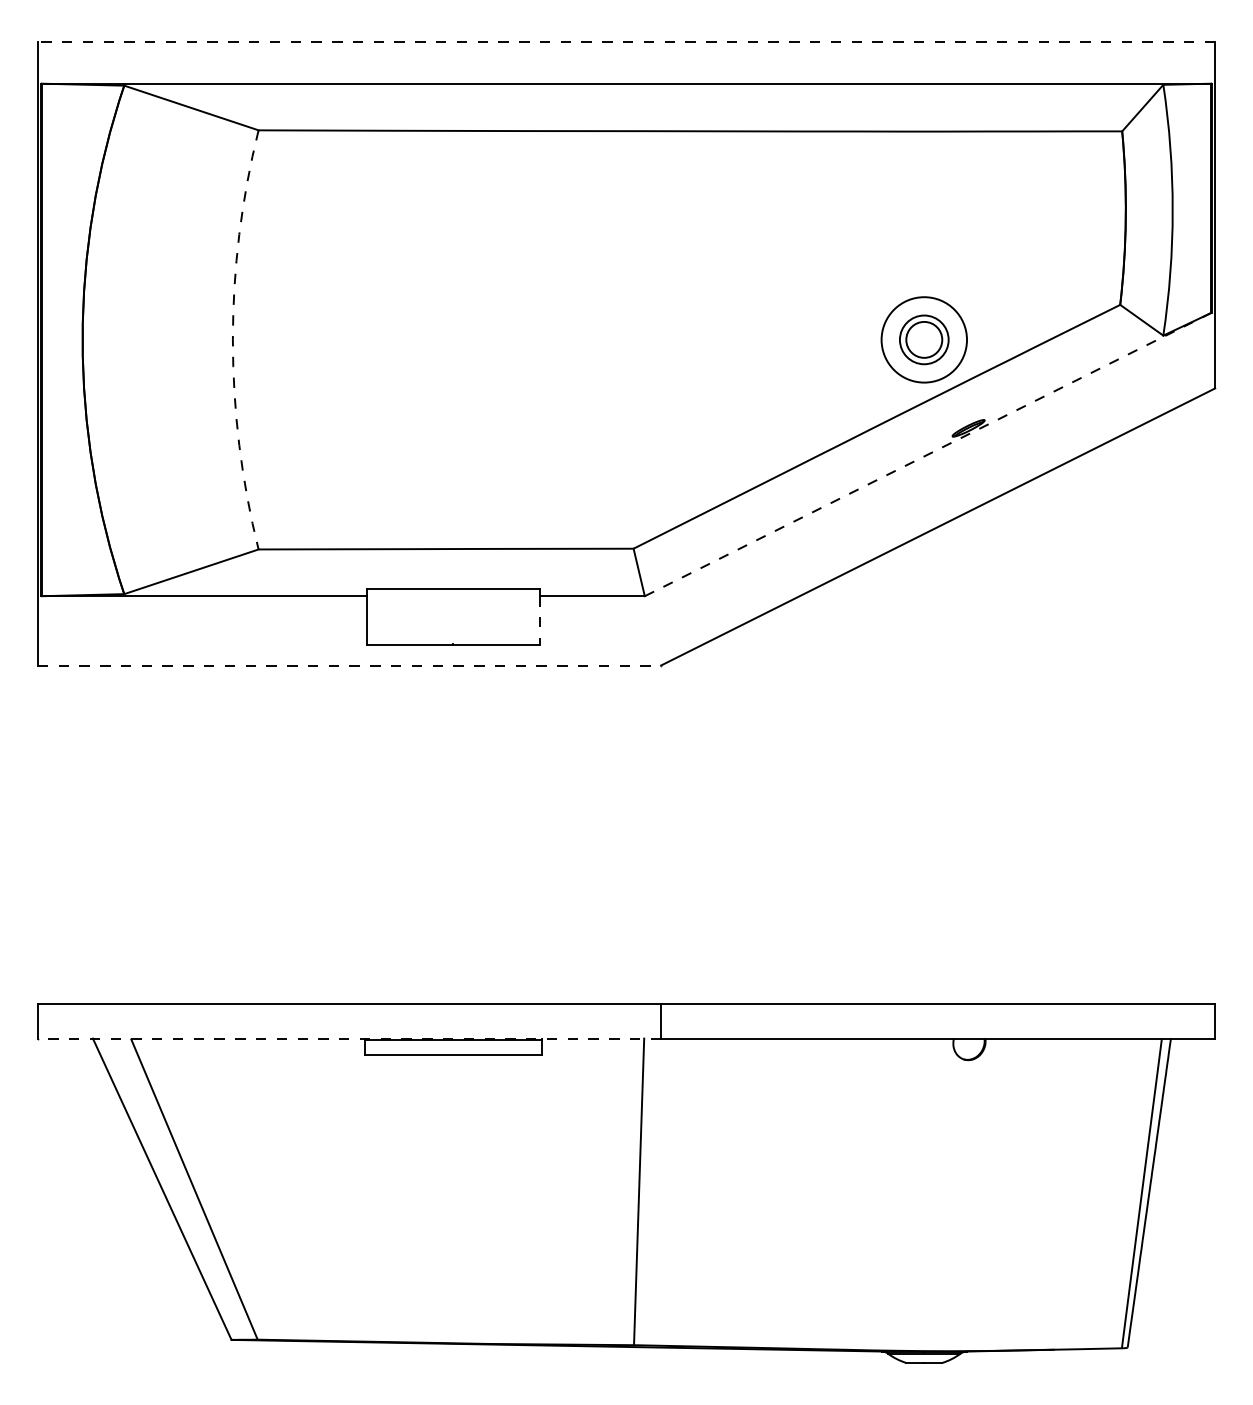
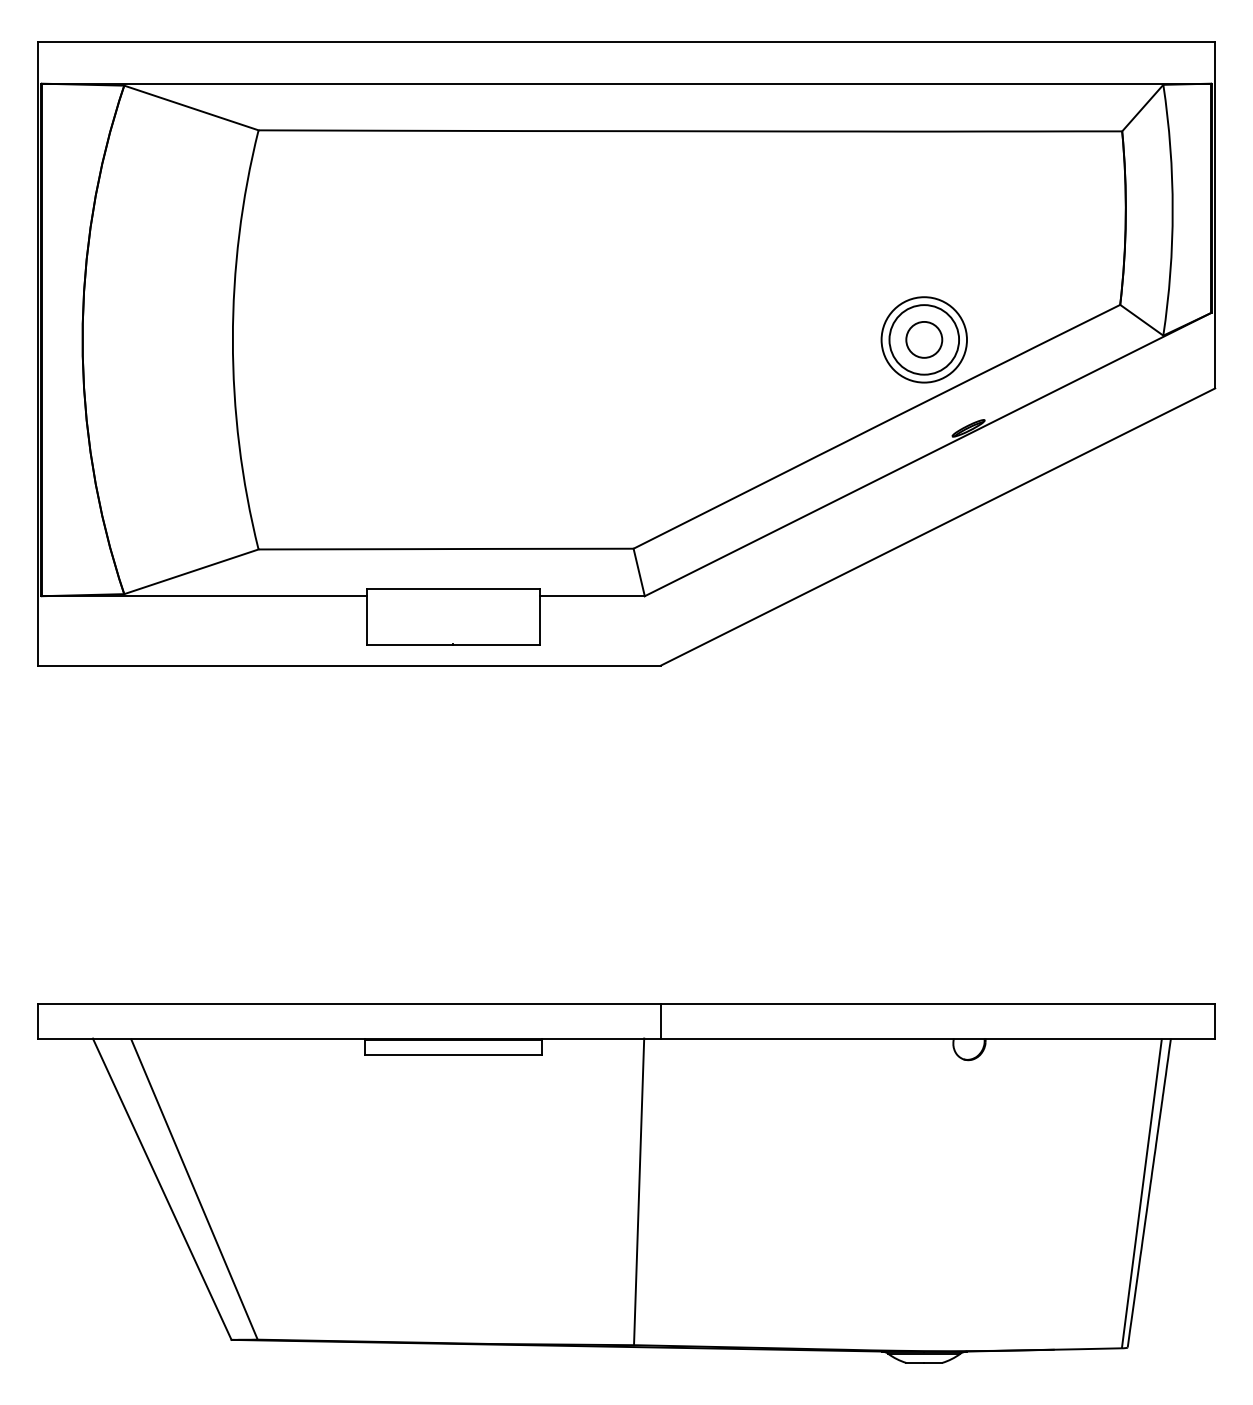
line at (626, 42): dashed -> solid
arc at (232, 339): dashed -> solid
circle at (923, 339) diameter: 49 px -> 70 px
line at (928, 454): dashed -> solid
line at (539, 620): dashed -> solid
line at (349, 665): dashed -> solid
line at (349, 1038): dashed -> solid
